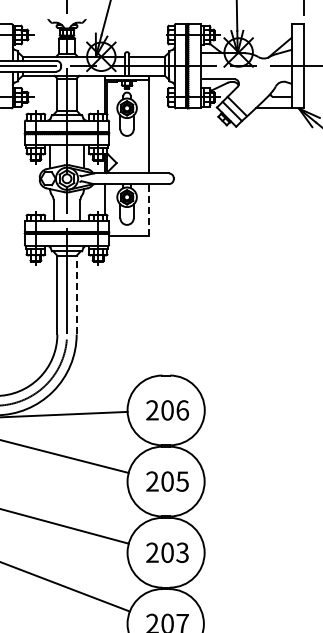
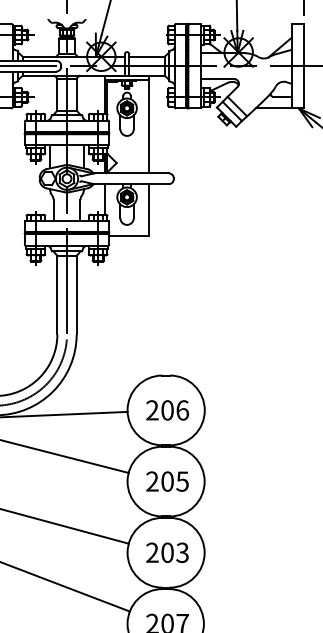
line at (149, 210): dashed -> solid
line at (76, 294): dashed -> solid
